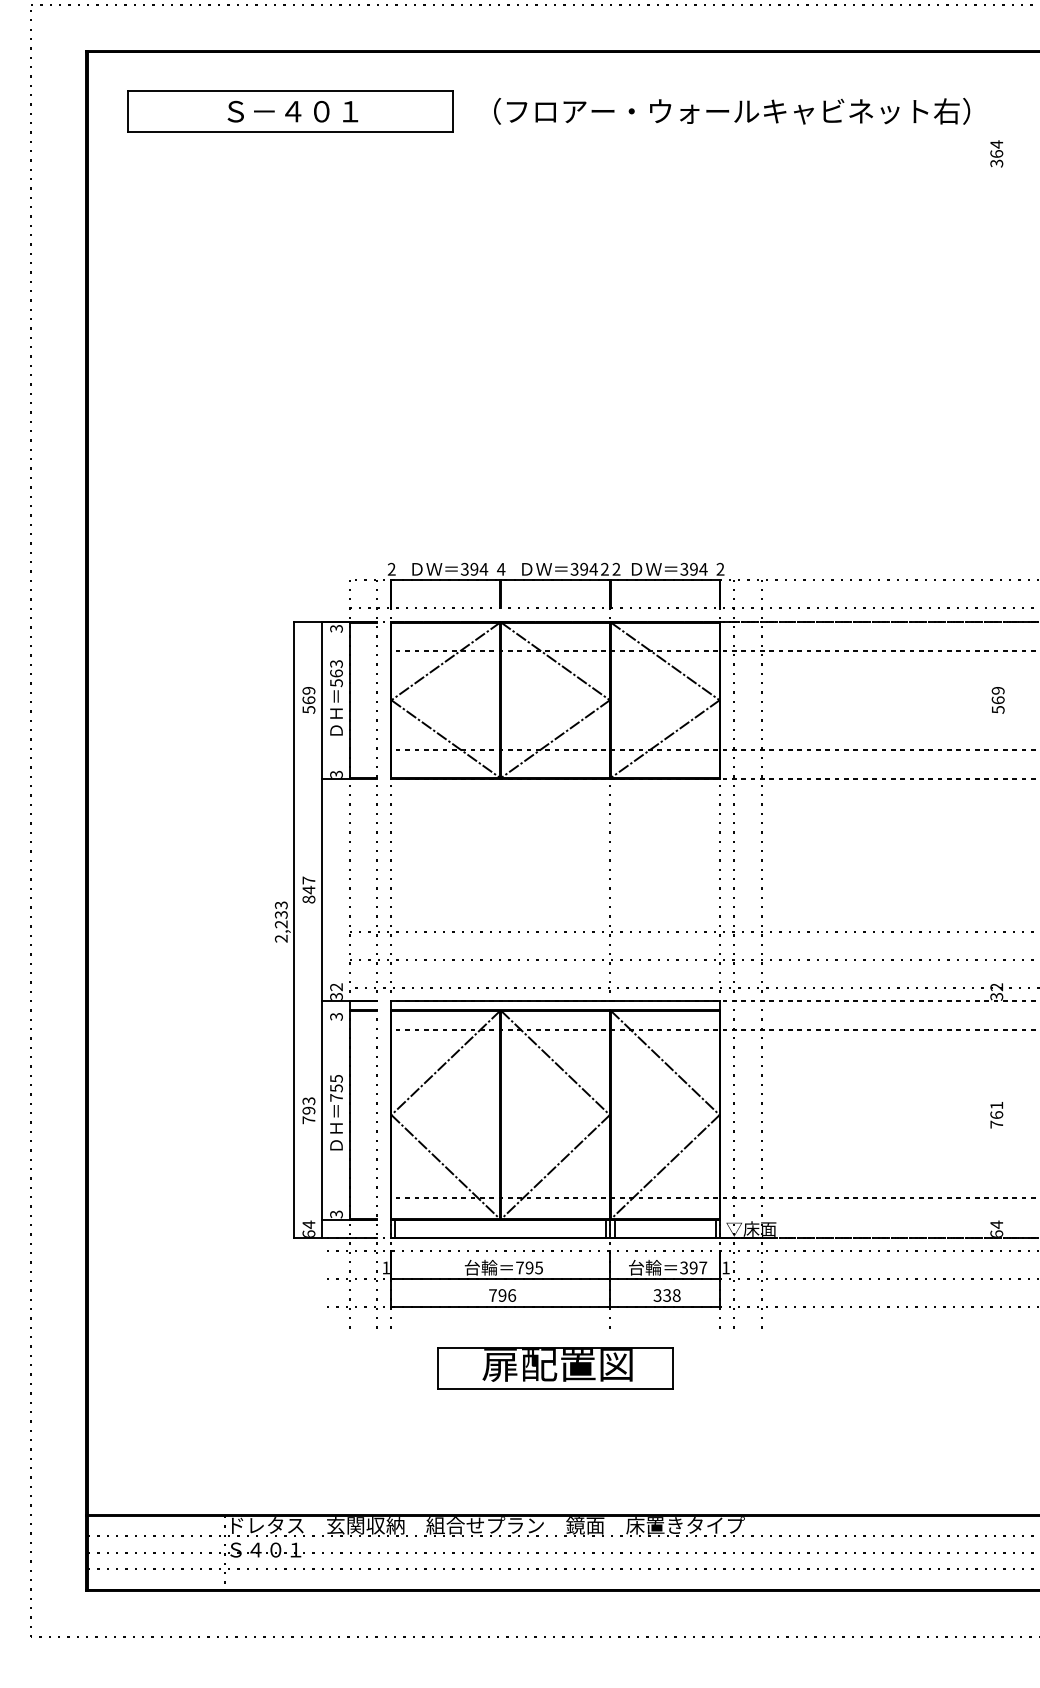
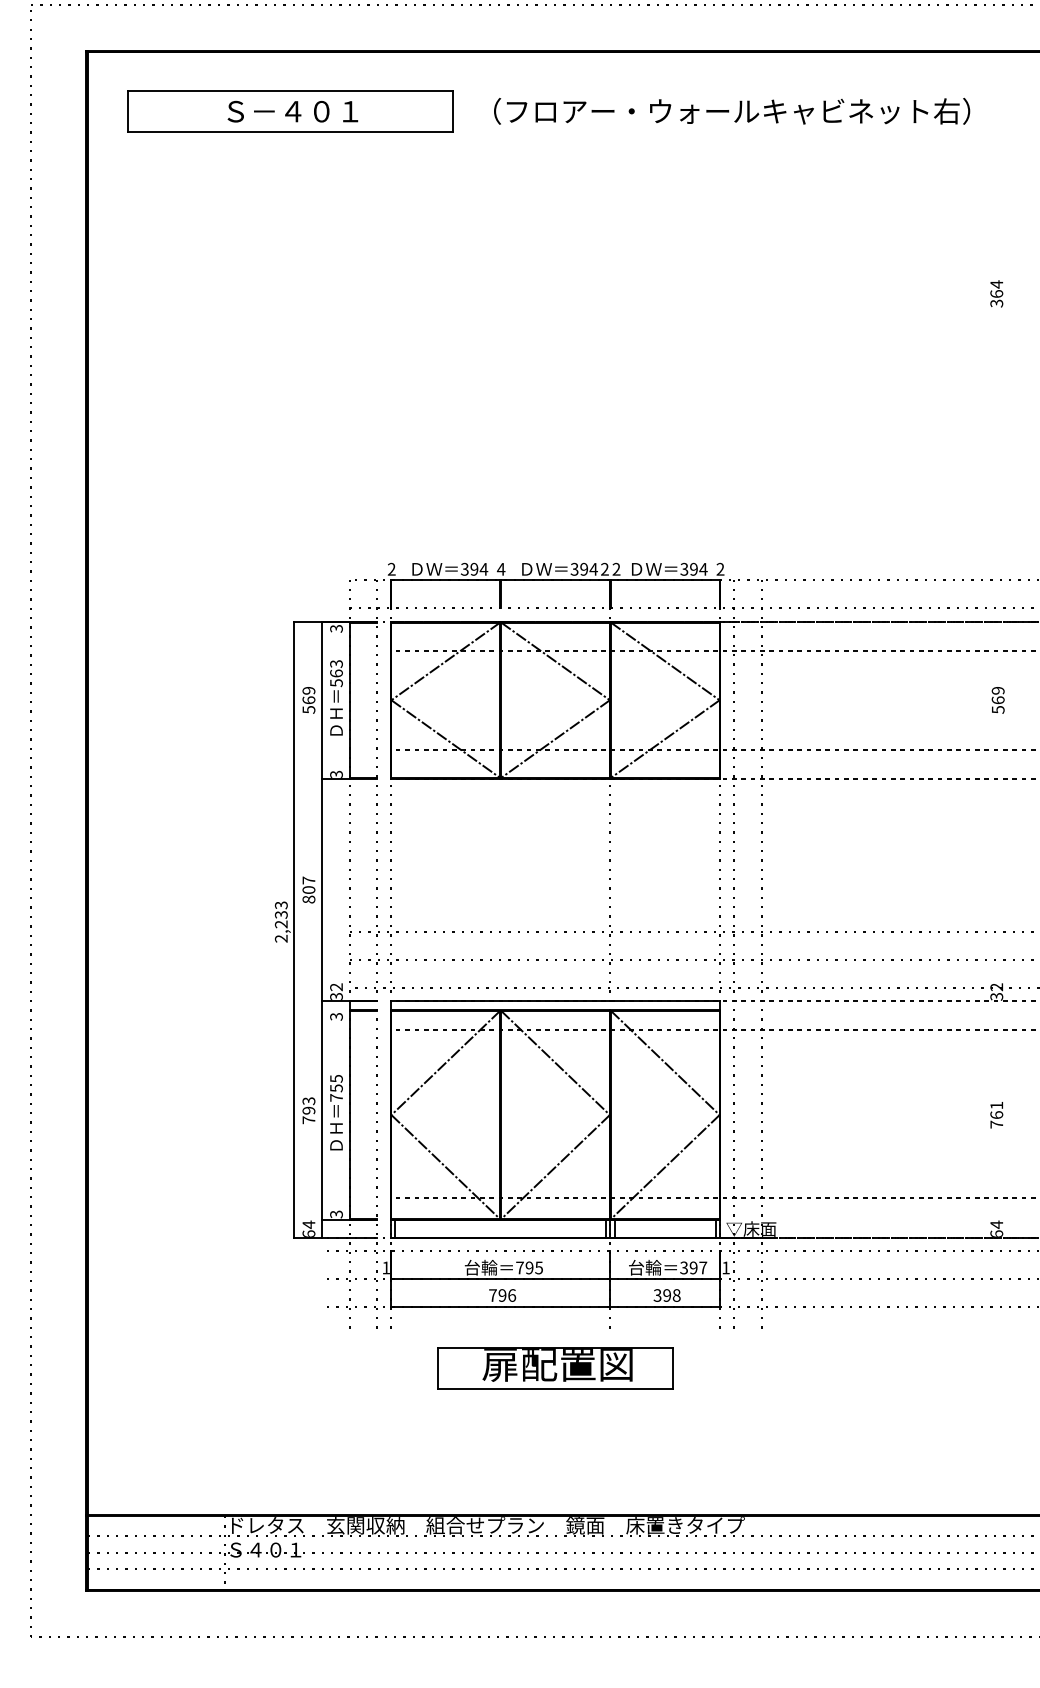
text at (996, 153) position: (996, 153) -> (996, 293)
text at (308, 889): 847 -> 807
text at (666, 1295): 338 -> 398
